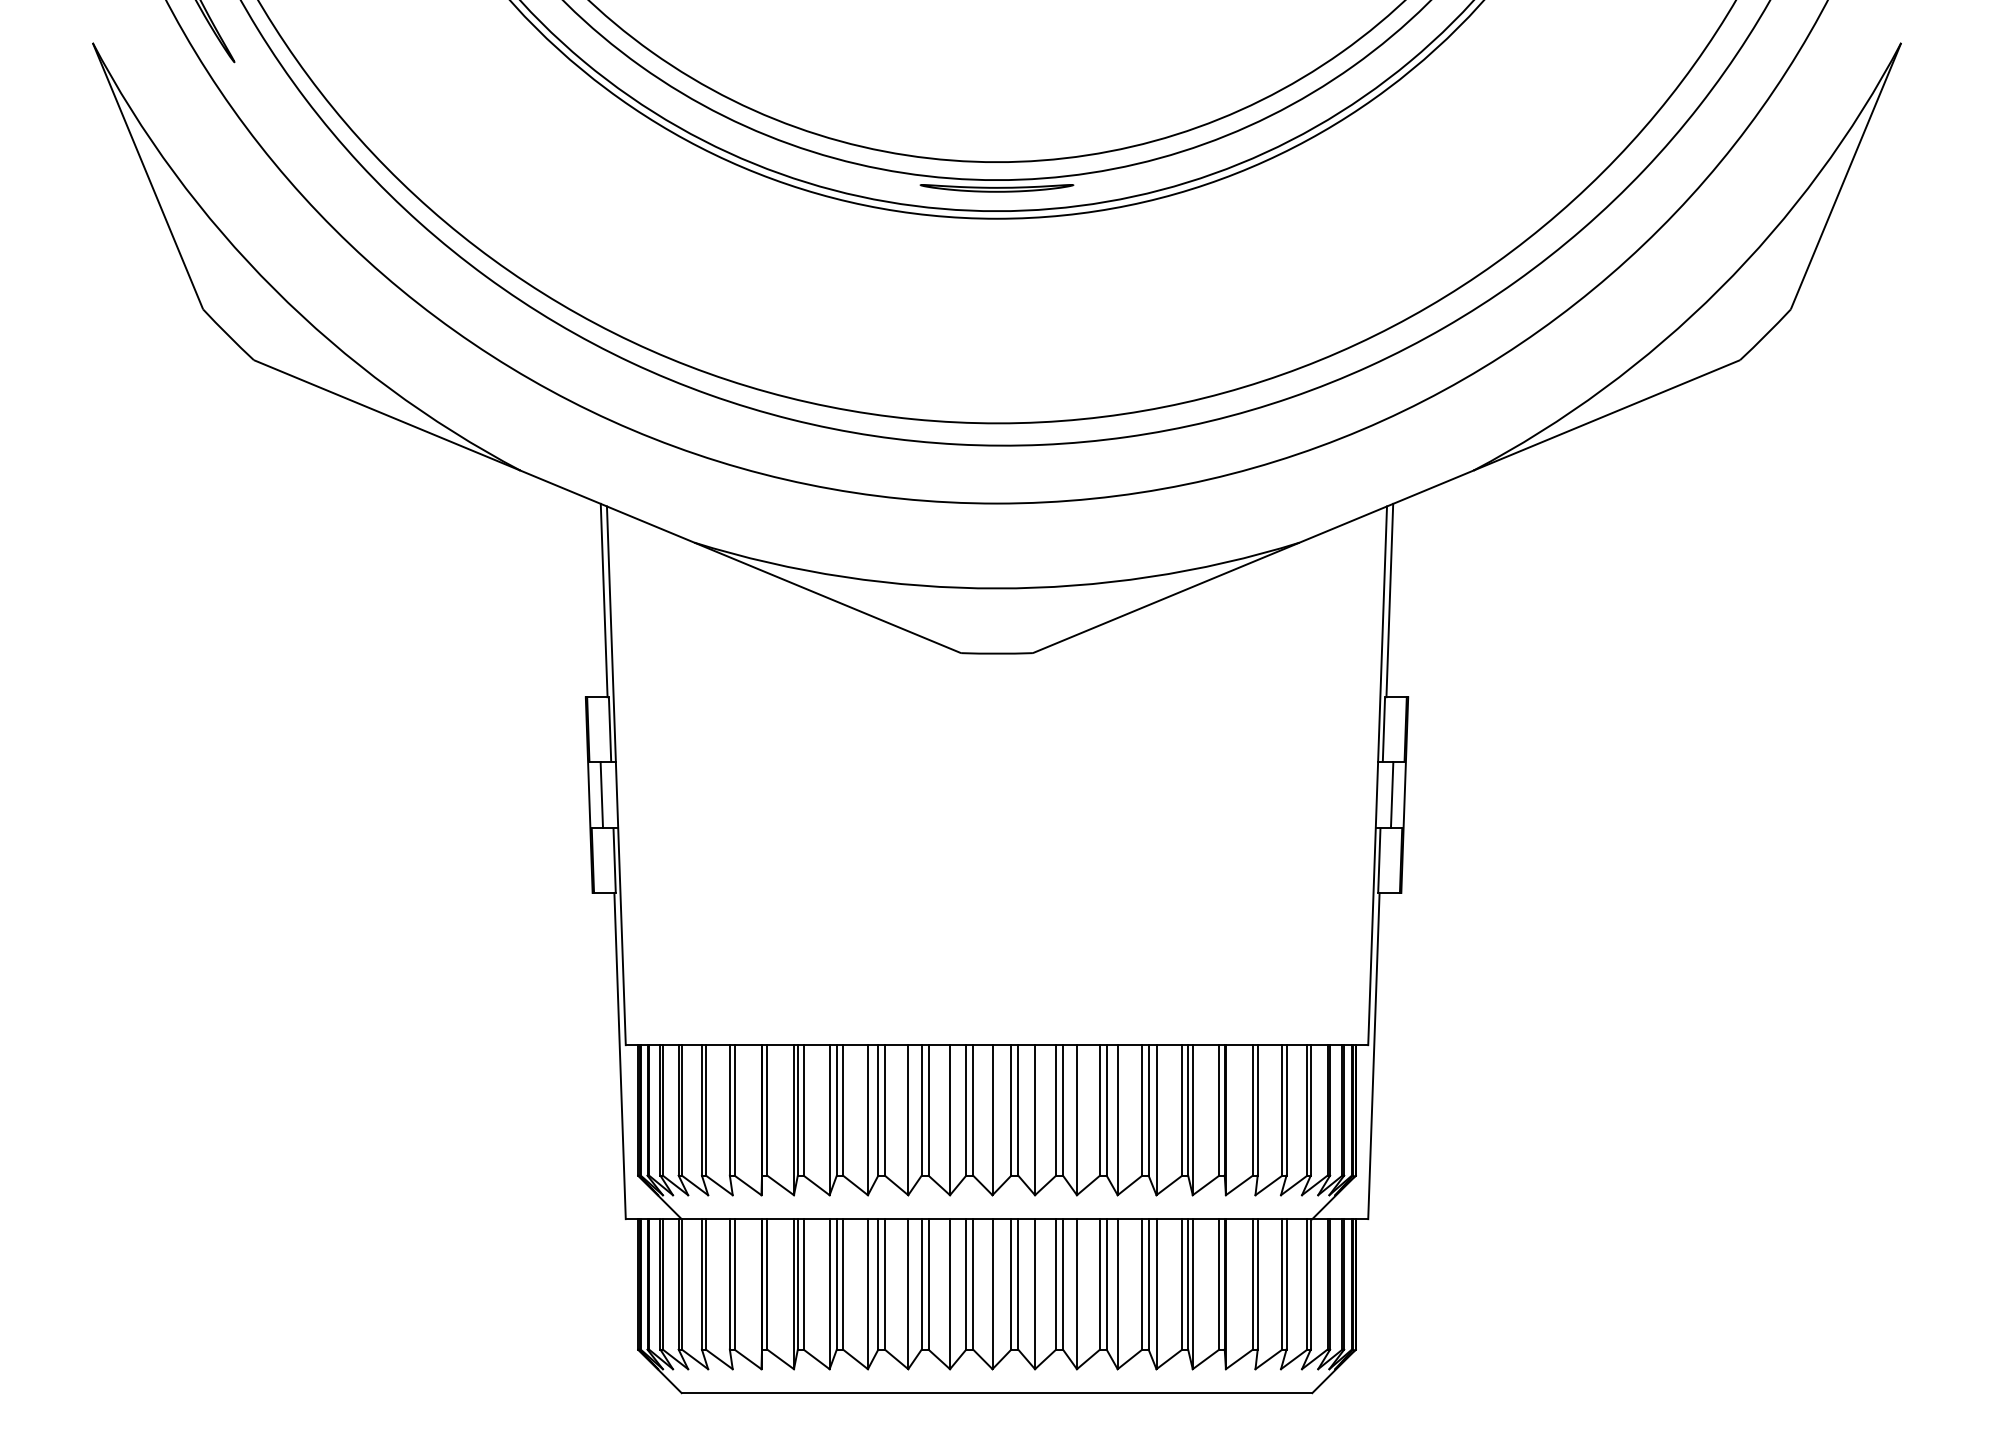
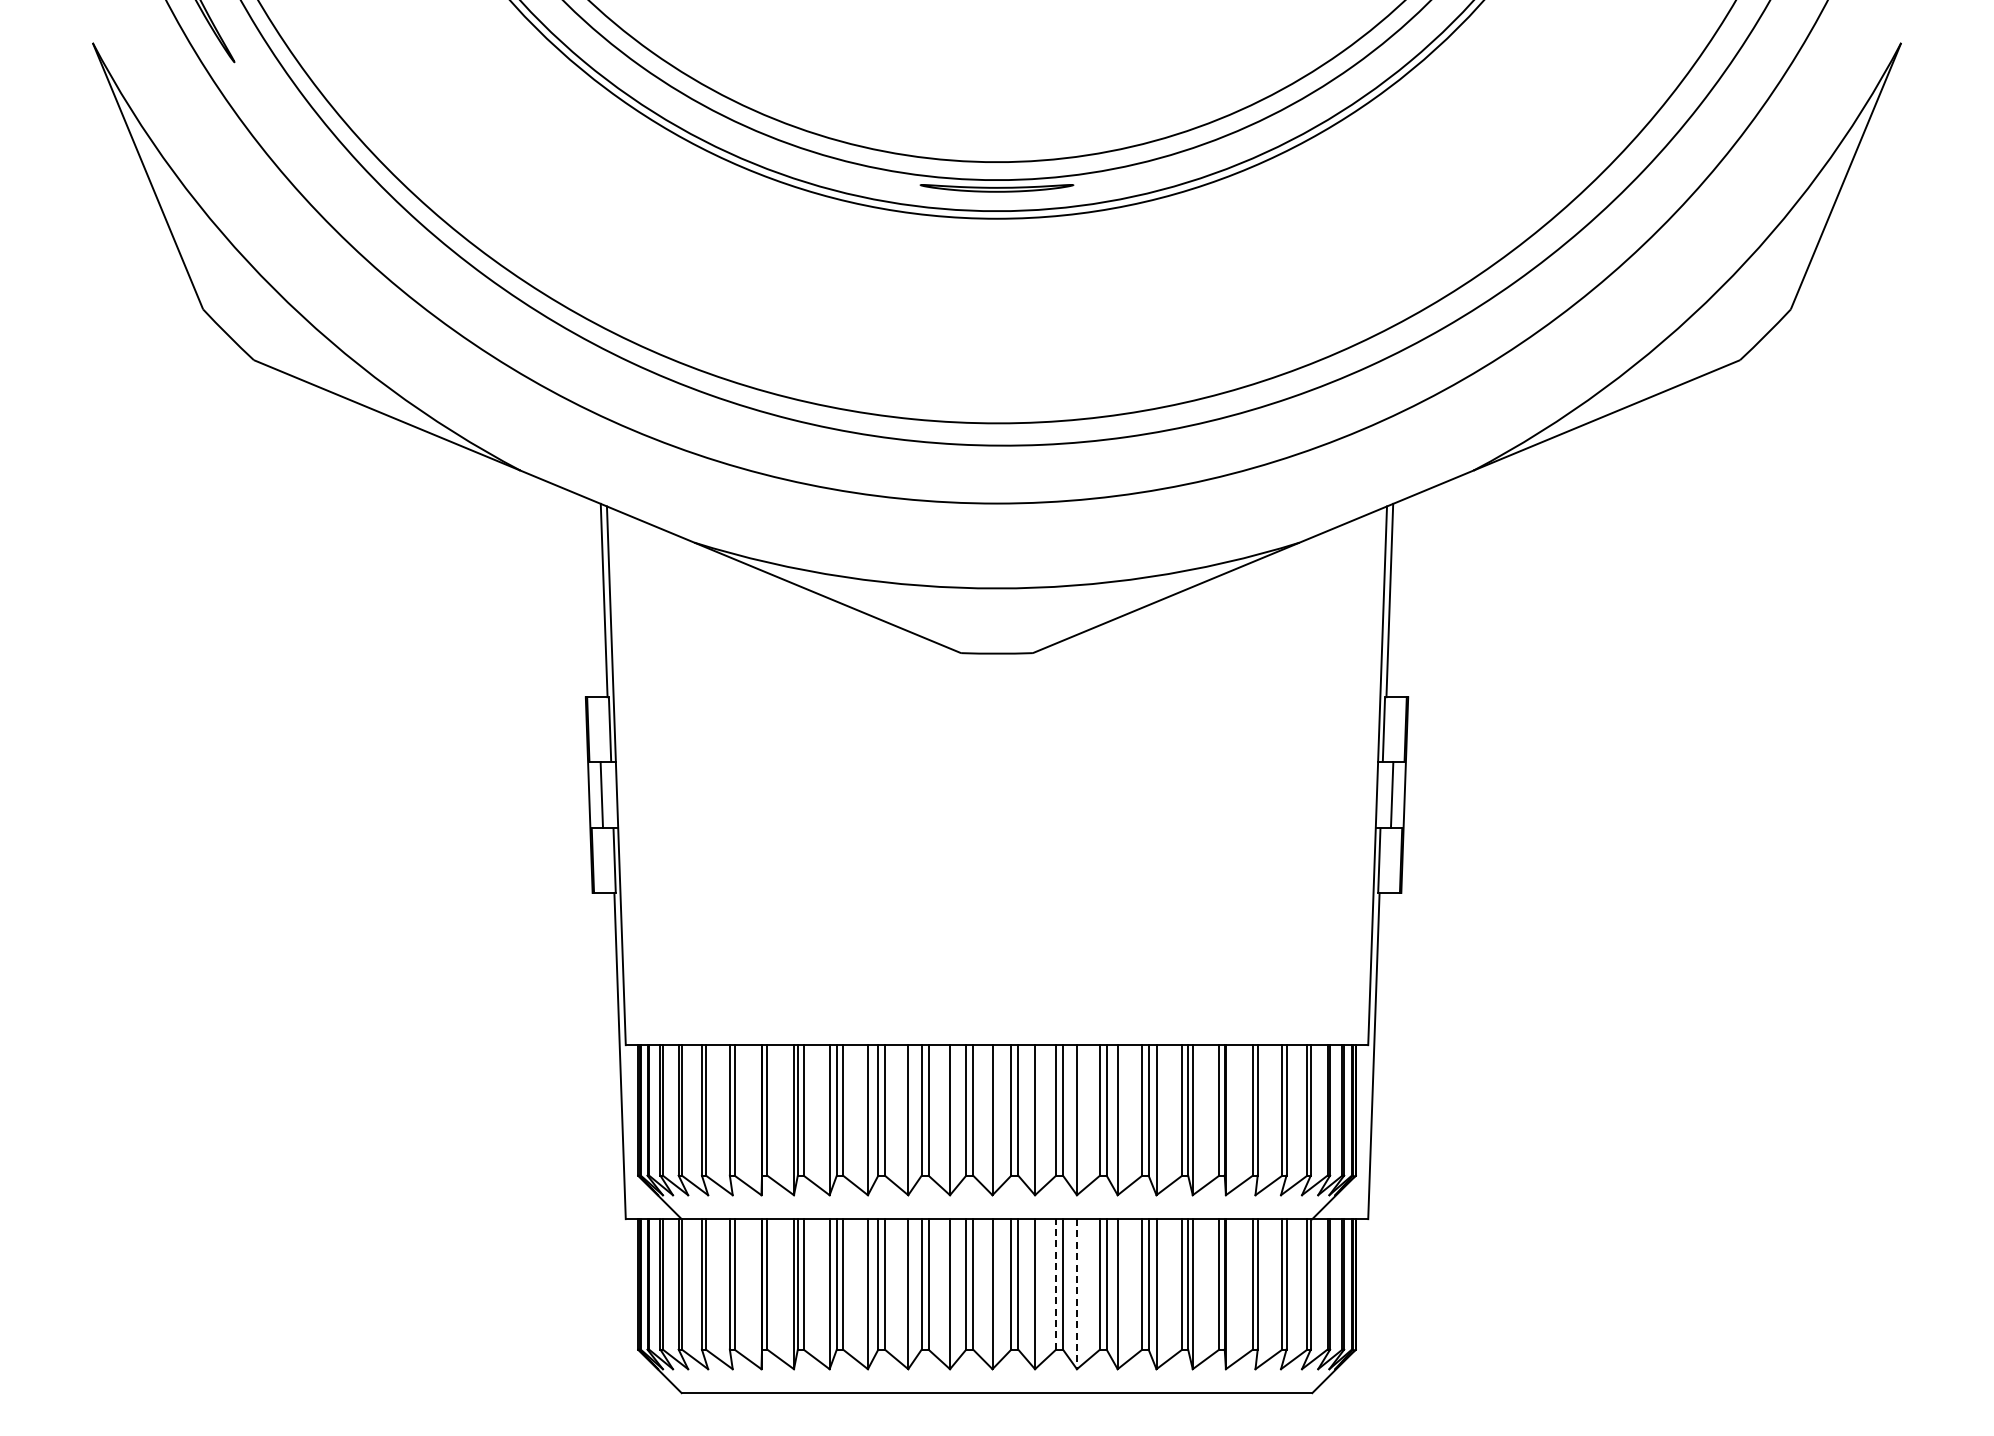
line at (1056, 1283): solid -> dashed
line at (1076, 1294): solid -> dashed
